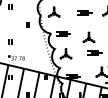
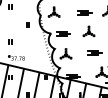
part at (88, 36) position: (88, 36) -> (88, 30)
